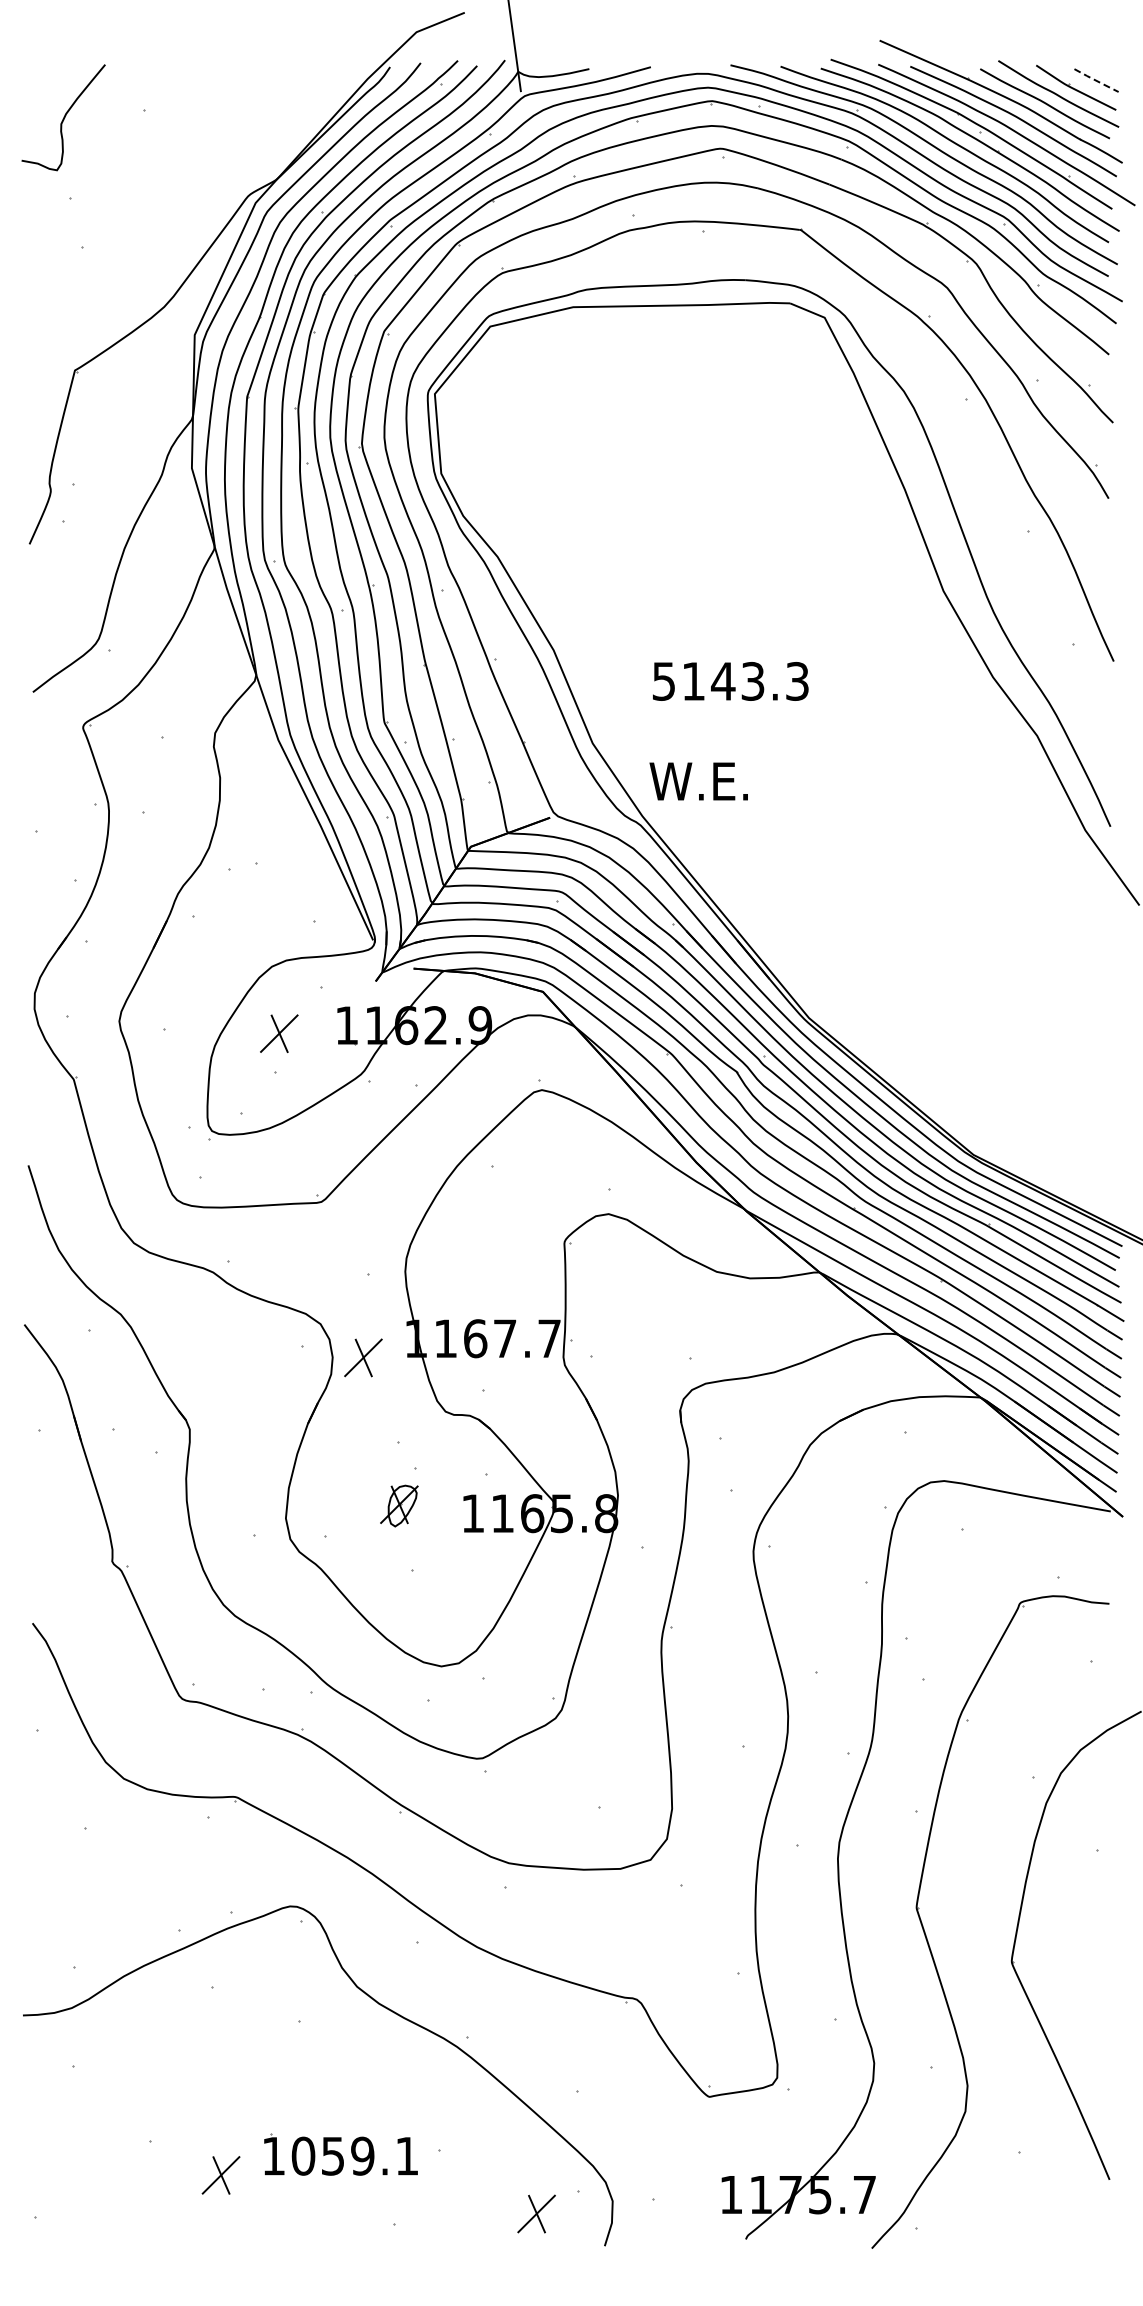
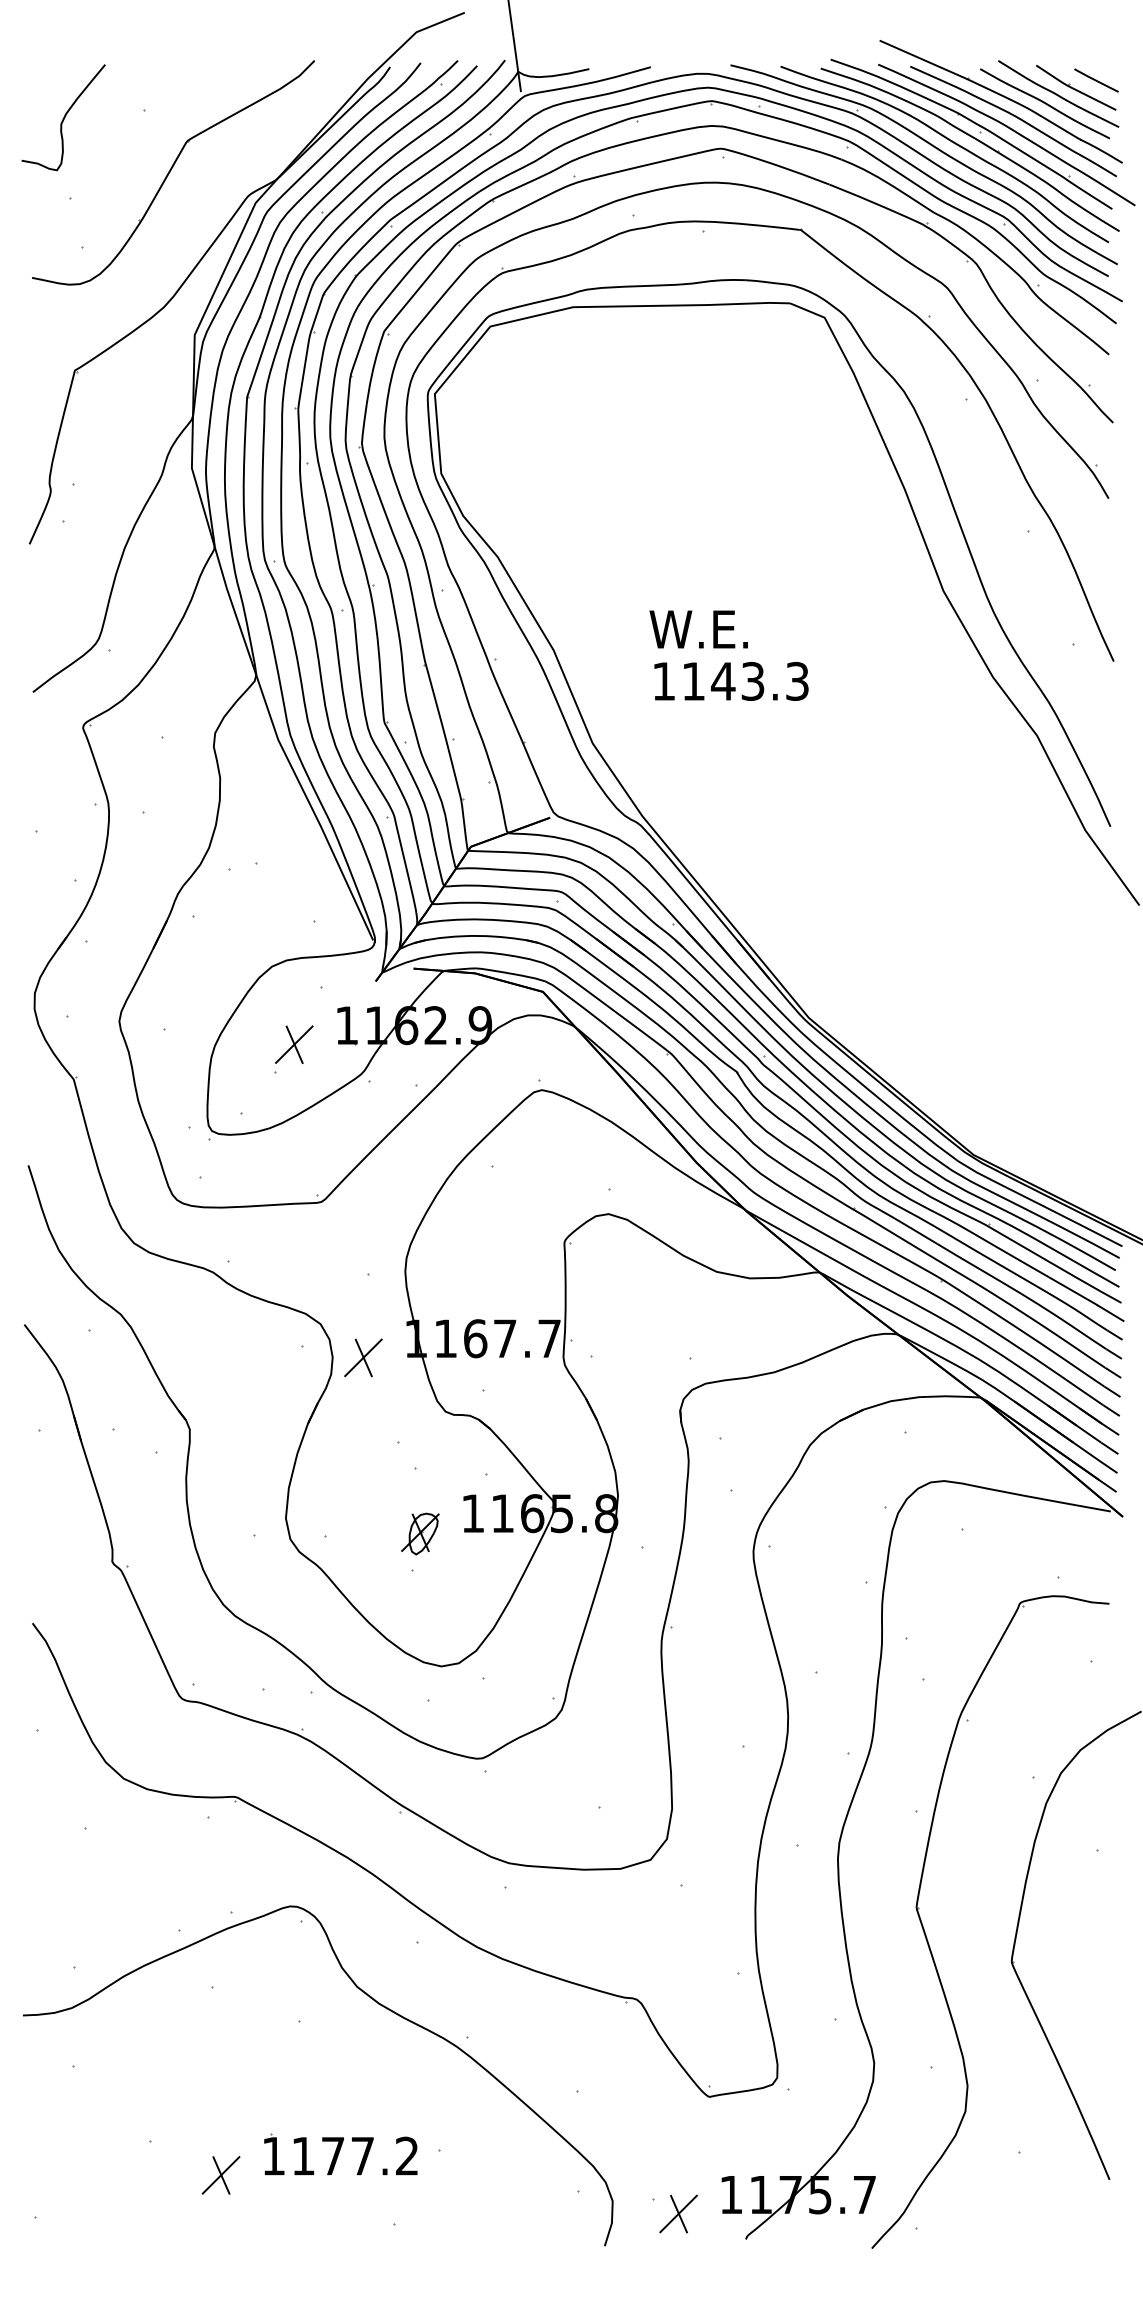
line at (1096, 80): dashed -> solid
part at (173, 172): none -> present
text at (663, 681): 5143.3 -> 1143.3
text at (698, 781) position: (698, 781) -> (698, 629)
part at (279, 1033) position: (279, 1033) -> (294, 1044)
part at (399, 1505) position: (399, 1505) -> (420, 1533)
text at (354, 2155): 1059.1 -> 1177.2
part at (536, 2213) position: (536, 2213) -> (678, 2213)
